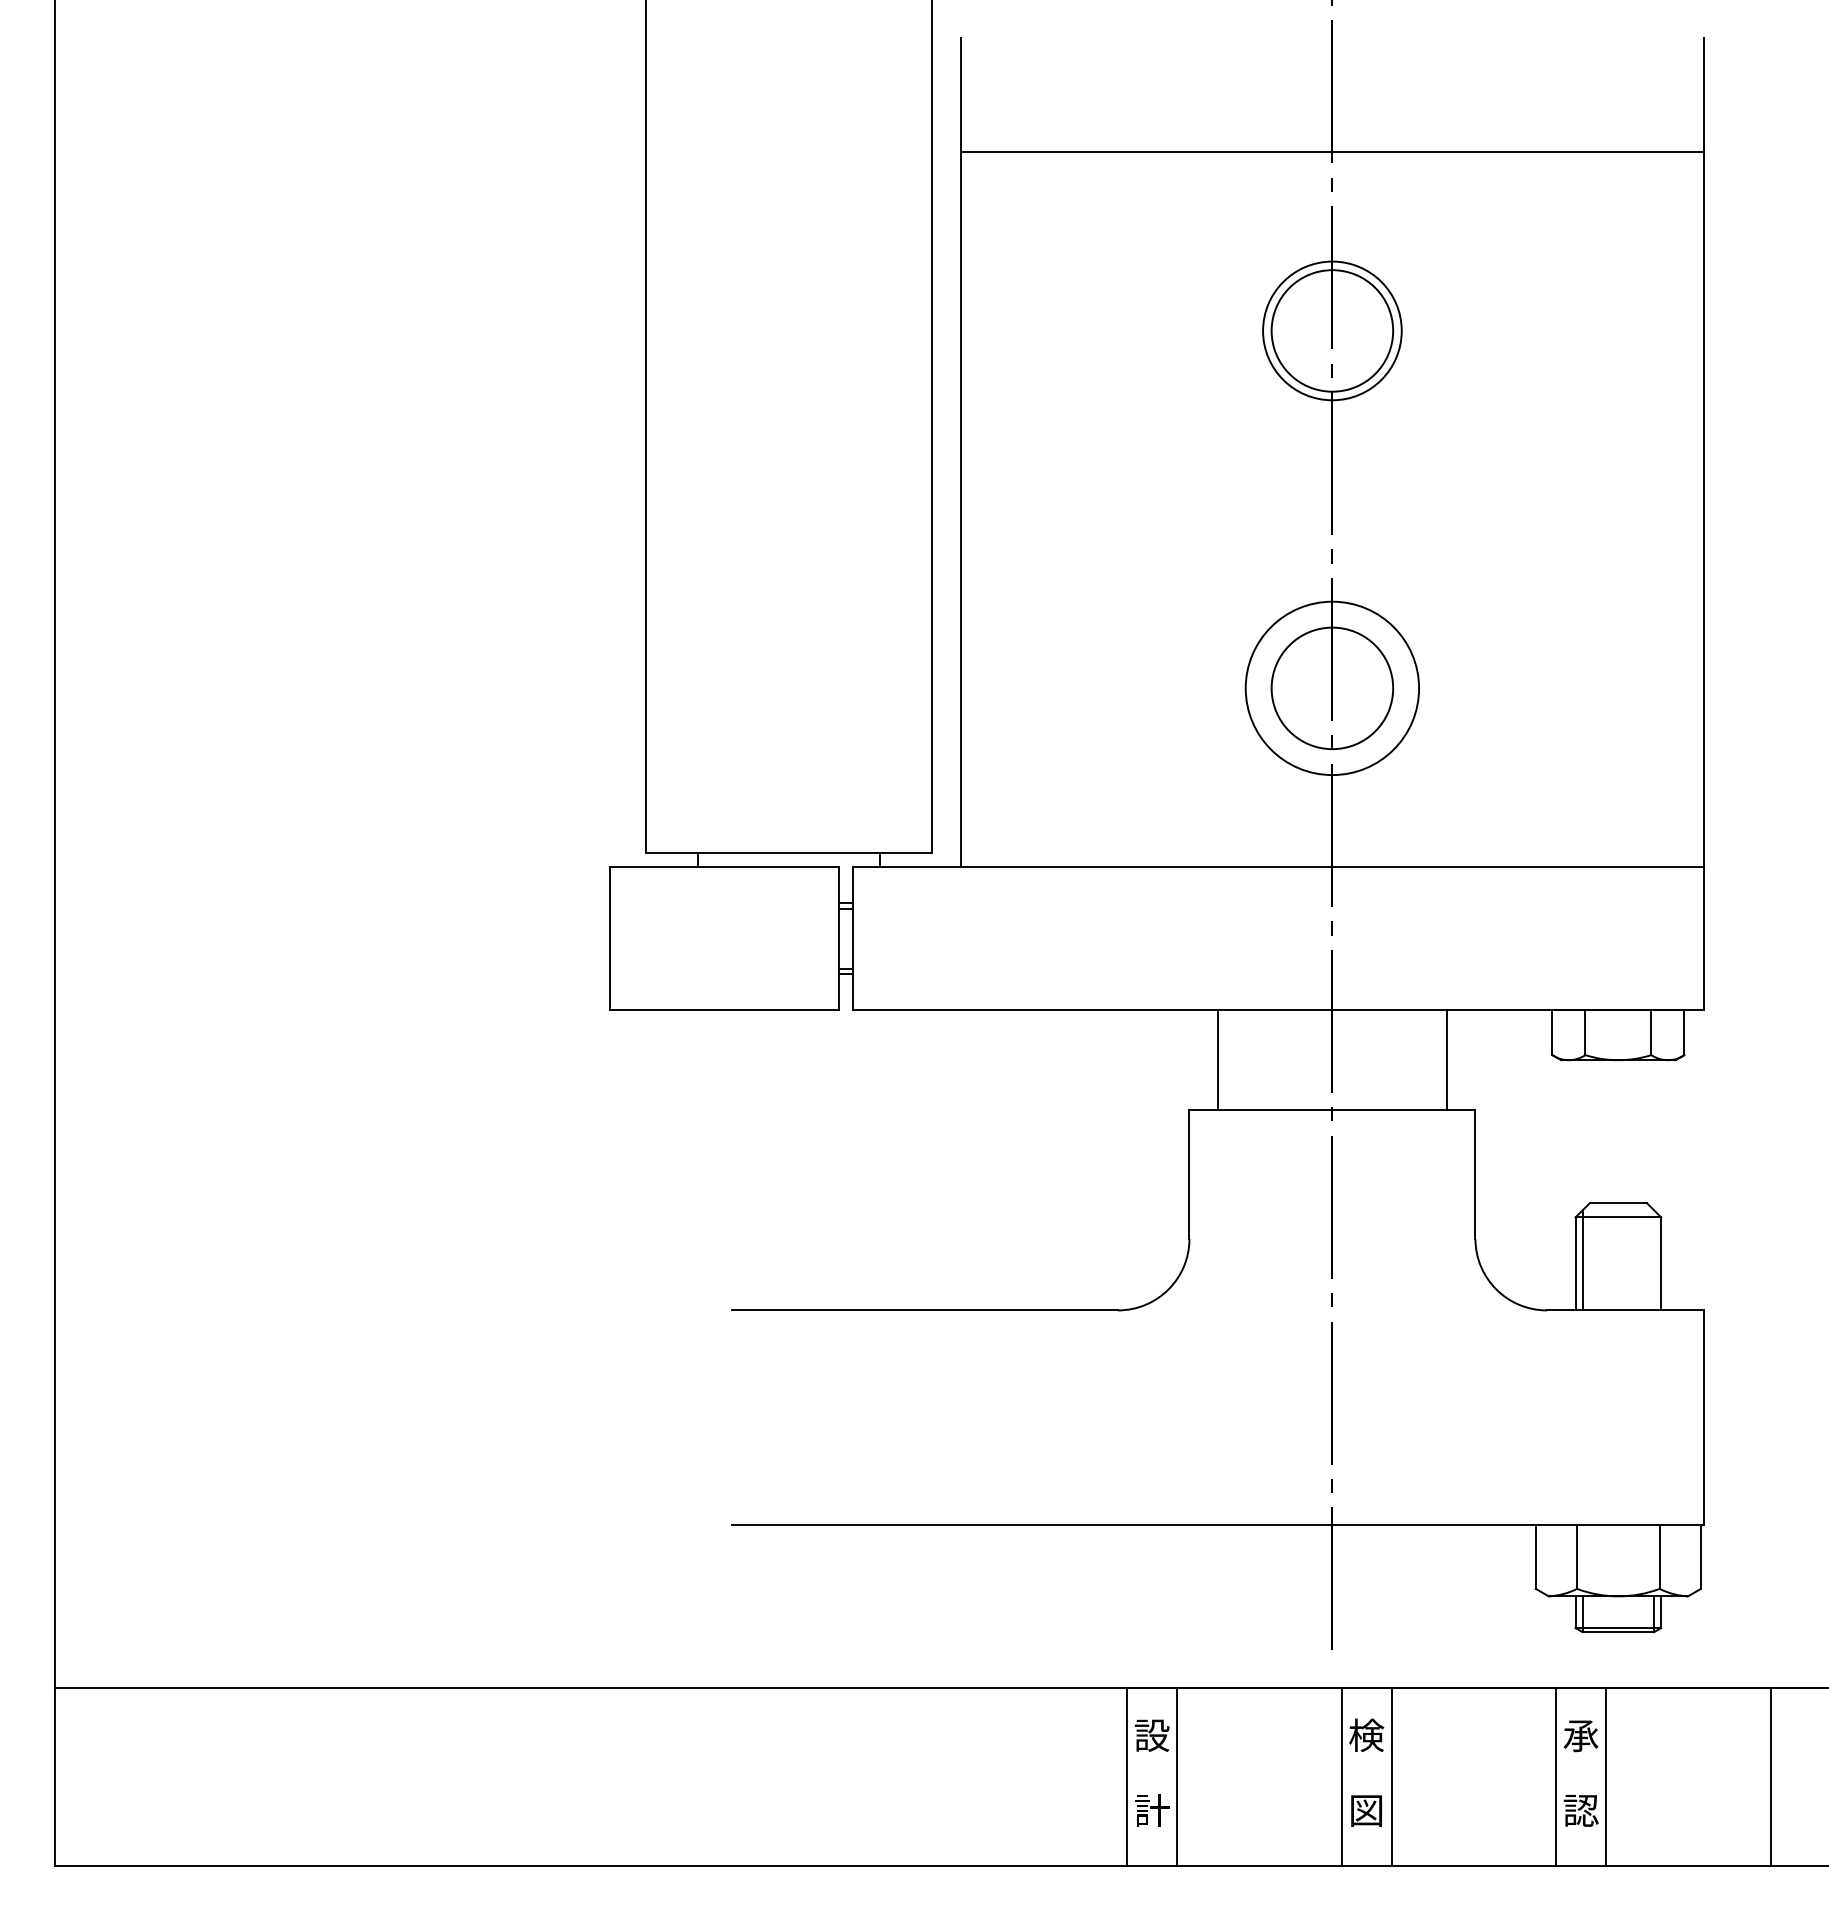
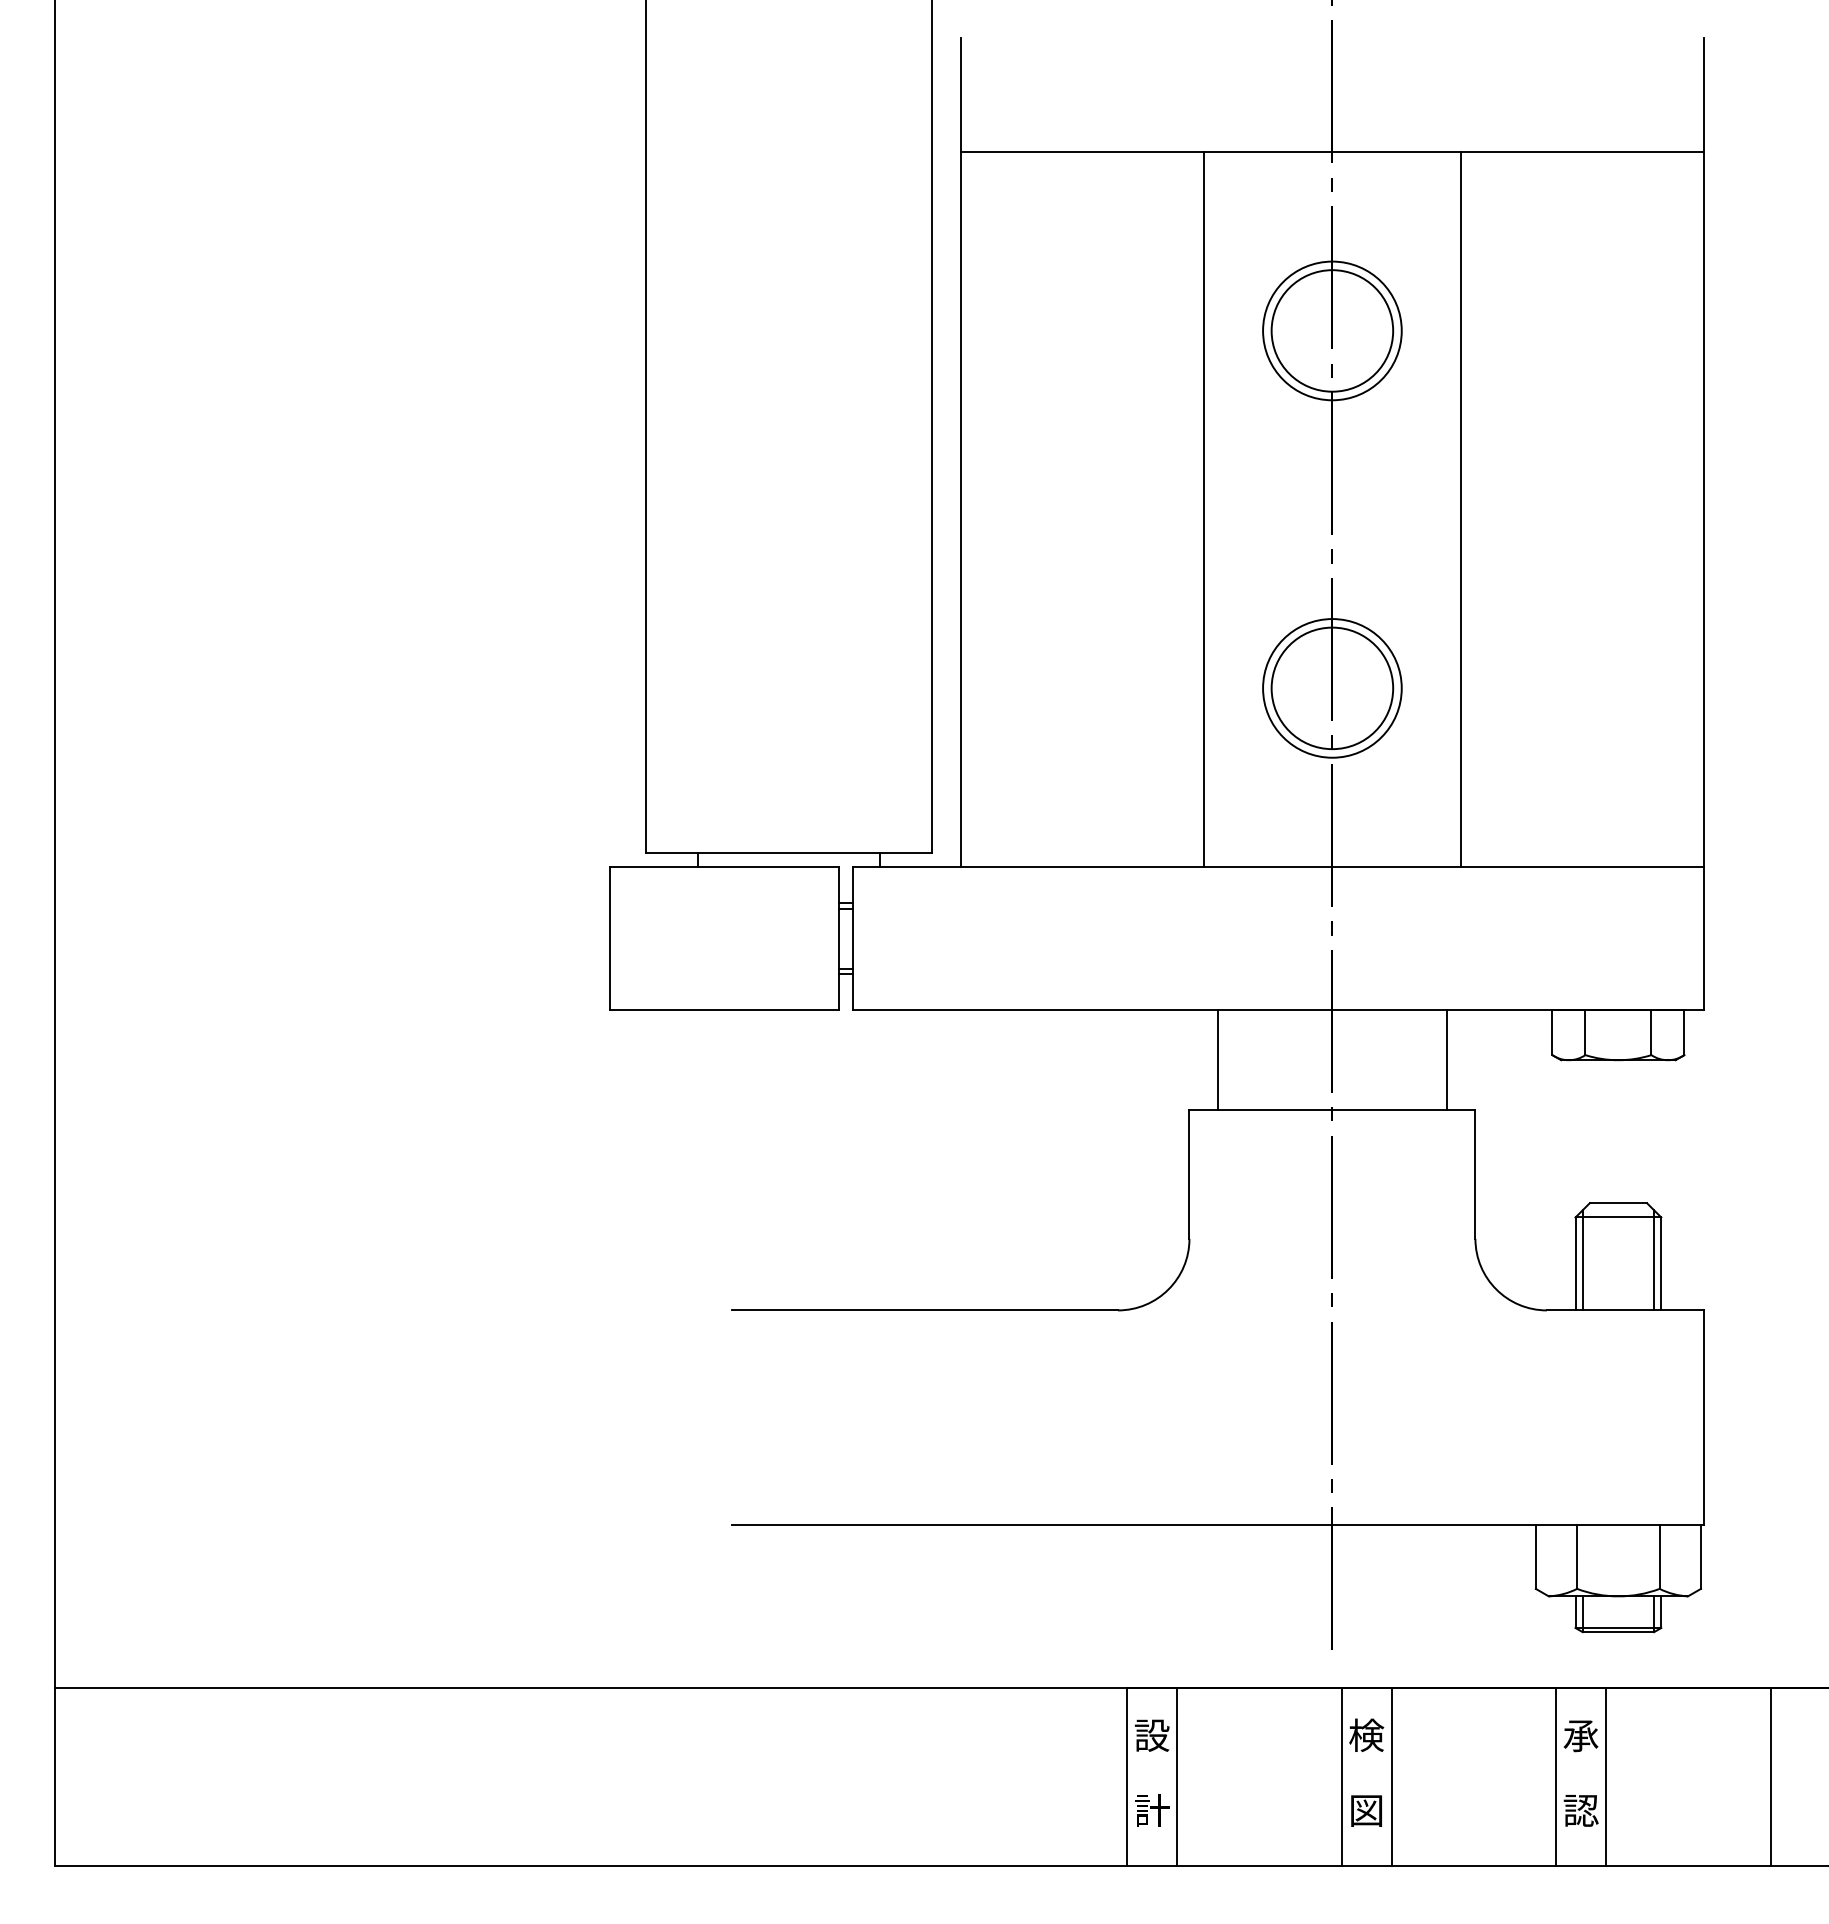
line at (1203, 509): none -> present
line at (1461, 509): none -> present
circle at (1332, 688) diameter: 173 px -> 139 px
line at (1654, 1260): none -> present
